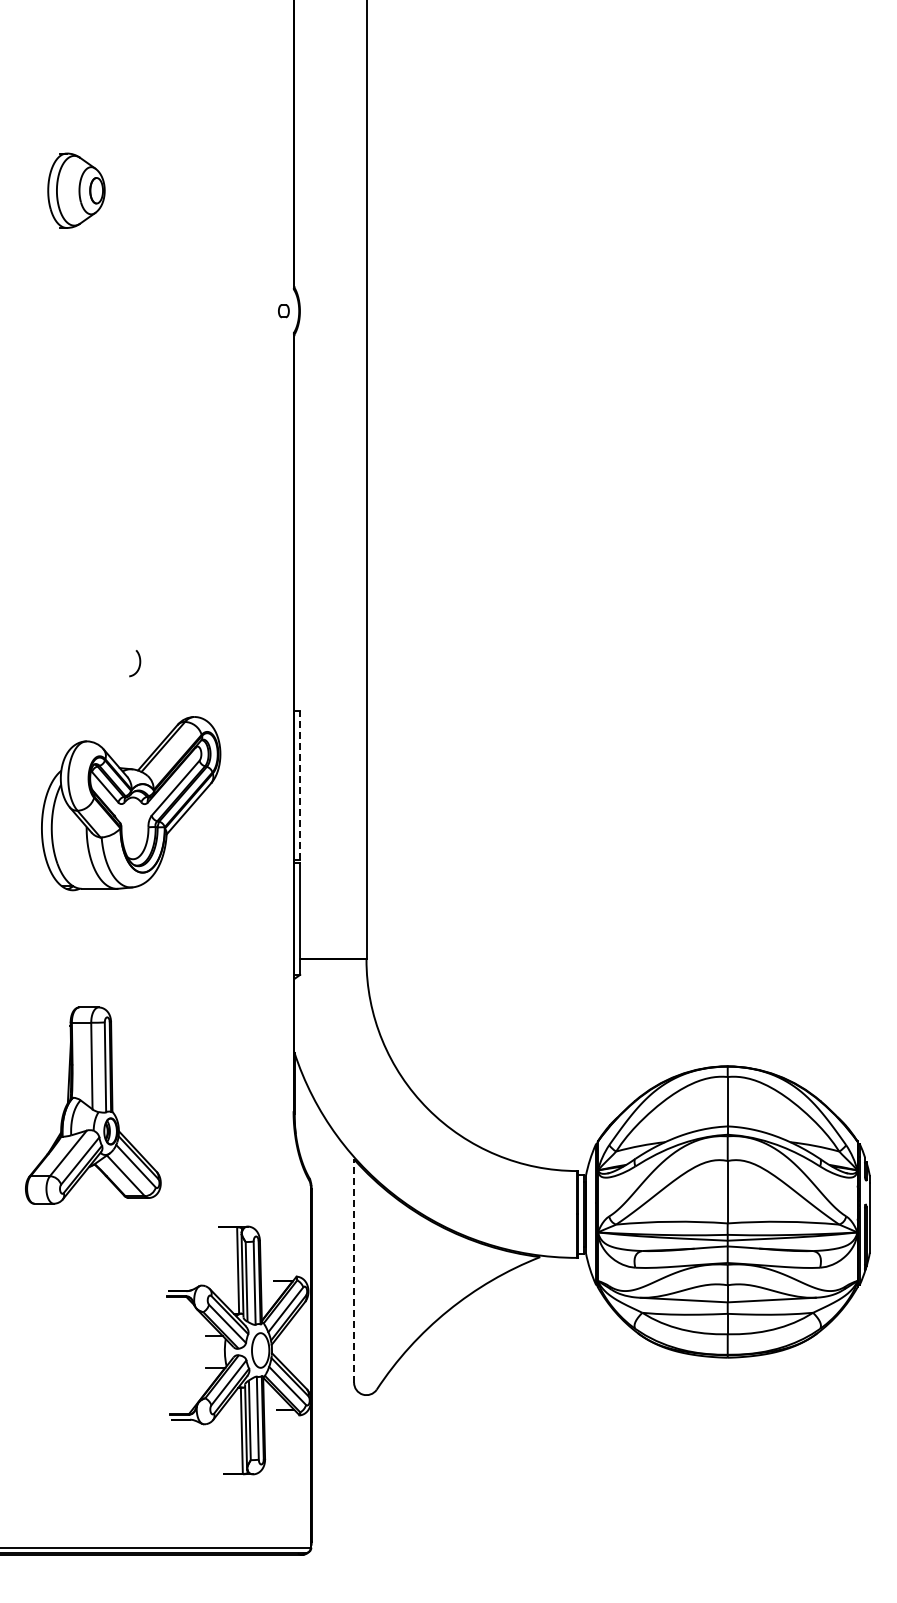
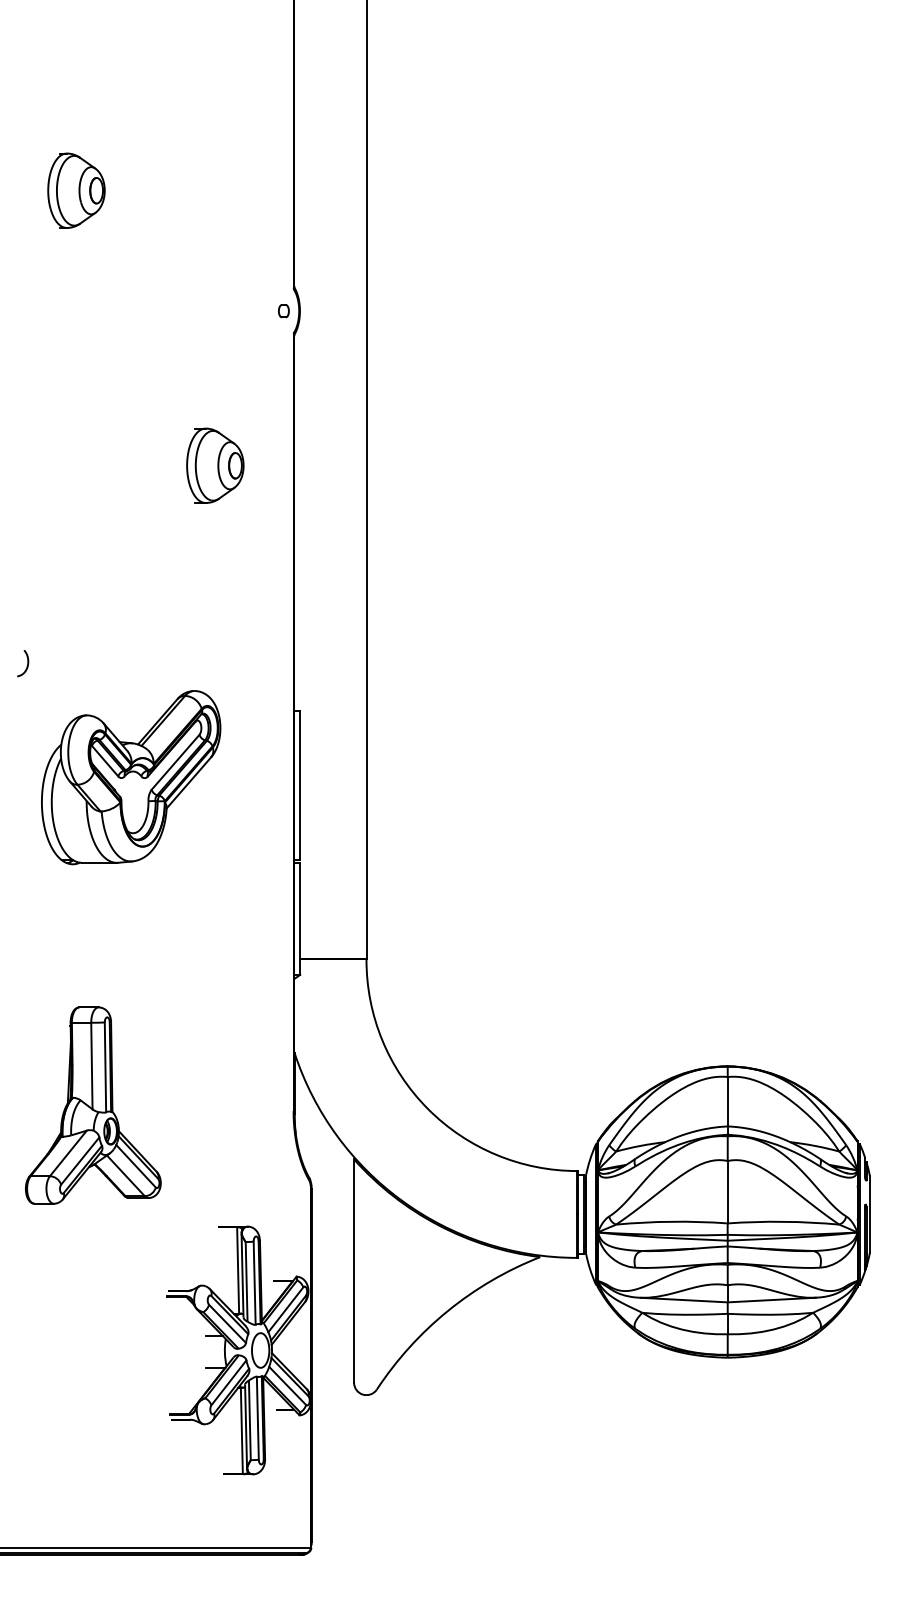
part at (215, 465): none -> present
curve at (139, 663) position: (139, 663) -> (27, 663)
line at (300, 785): dashed -> solid
part at (131, 803) position: (131, 803) -> (131, 777)
line at (354, 1271): dashed -> solid
